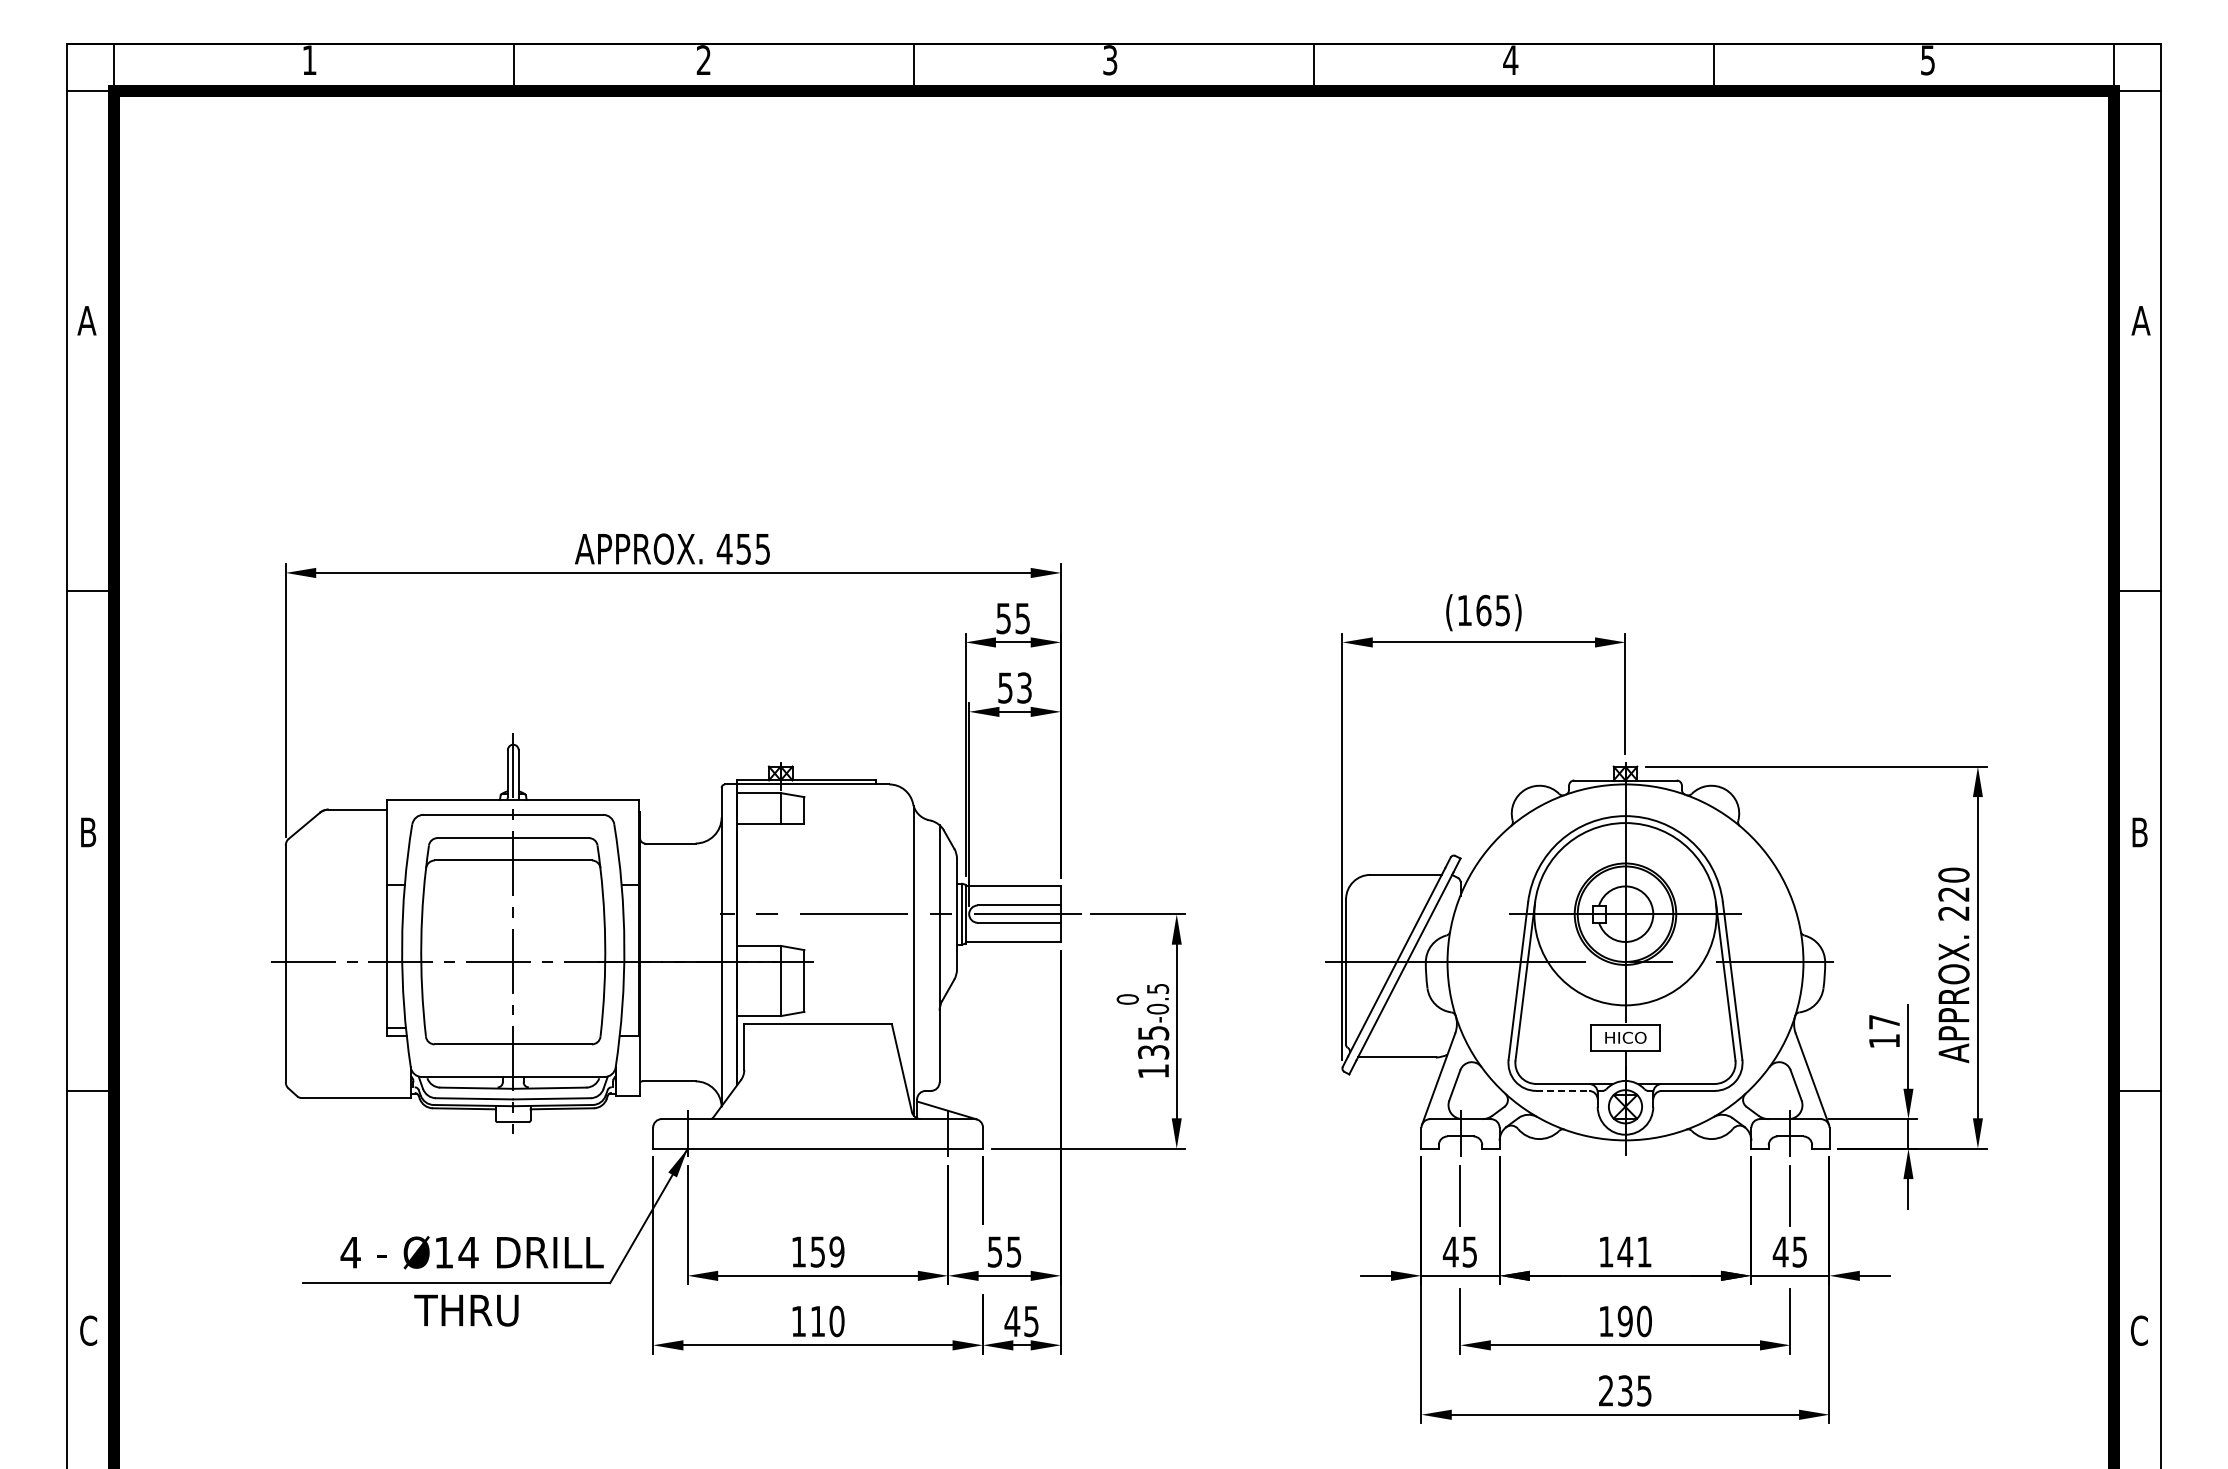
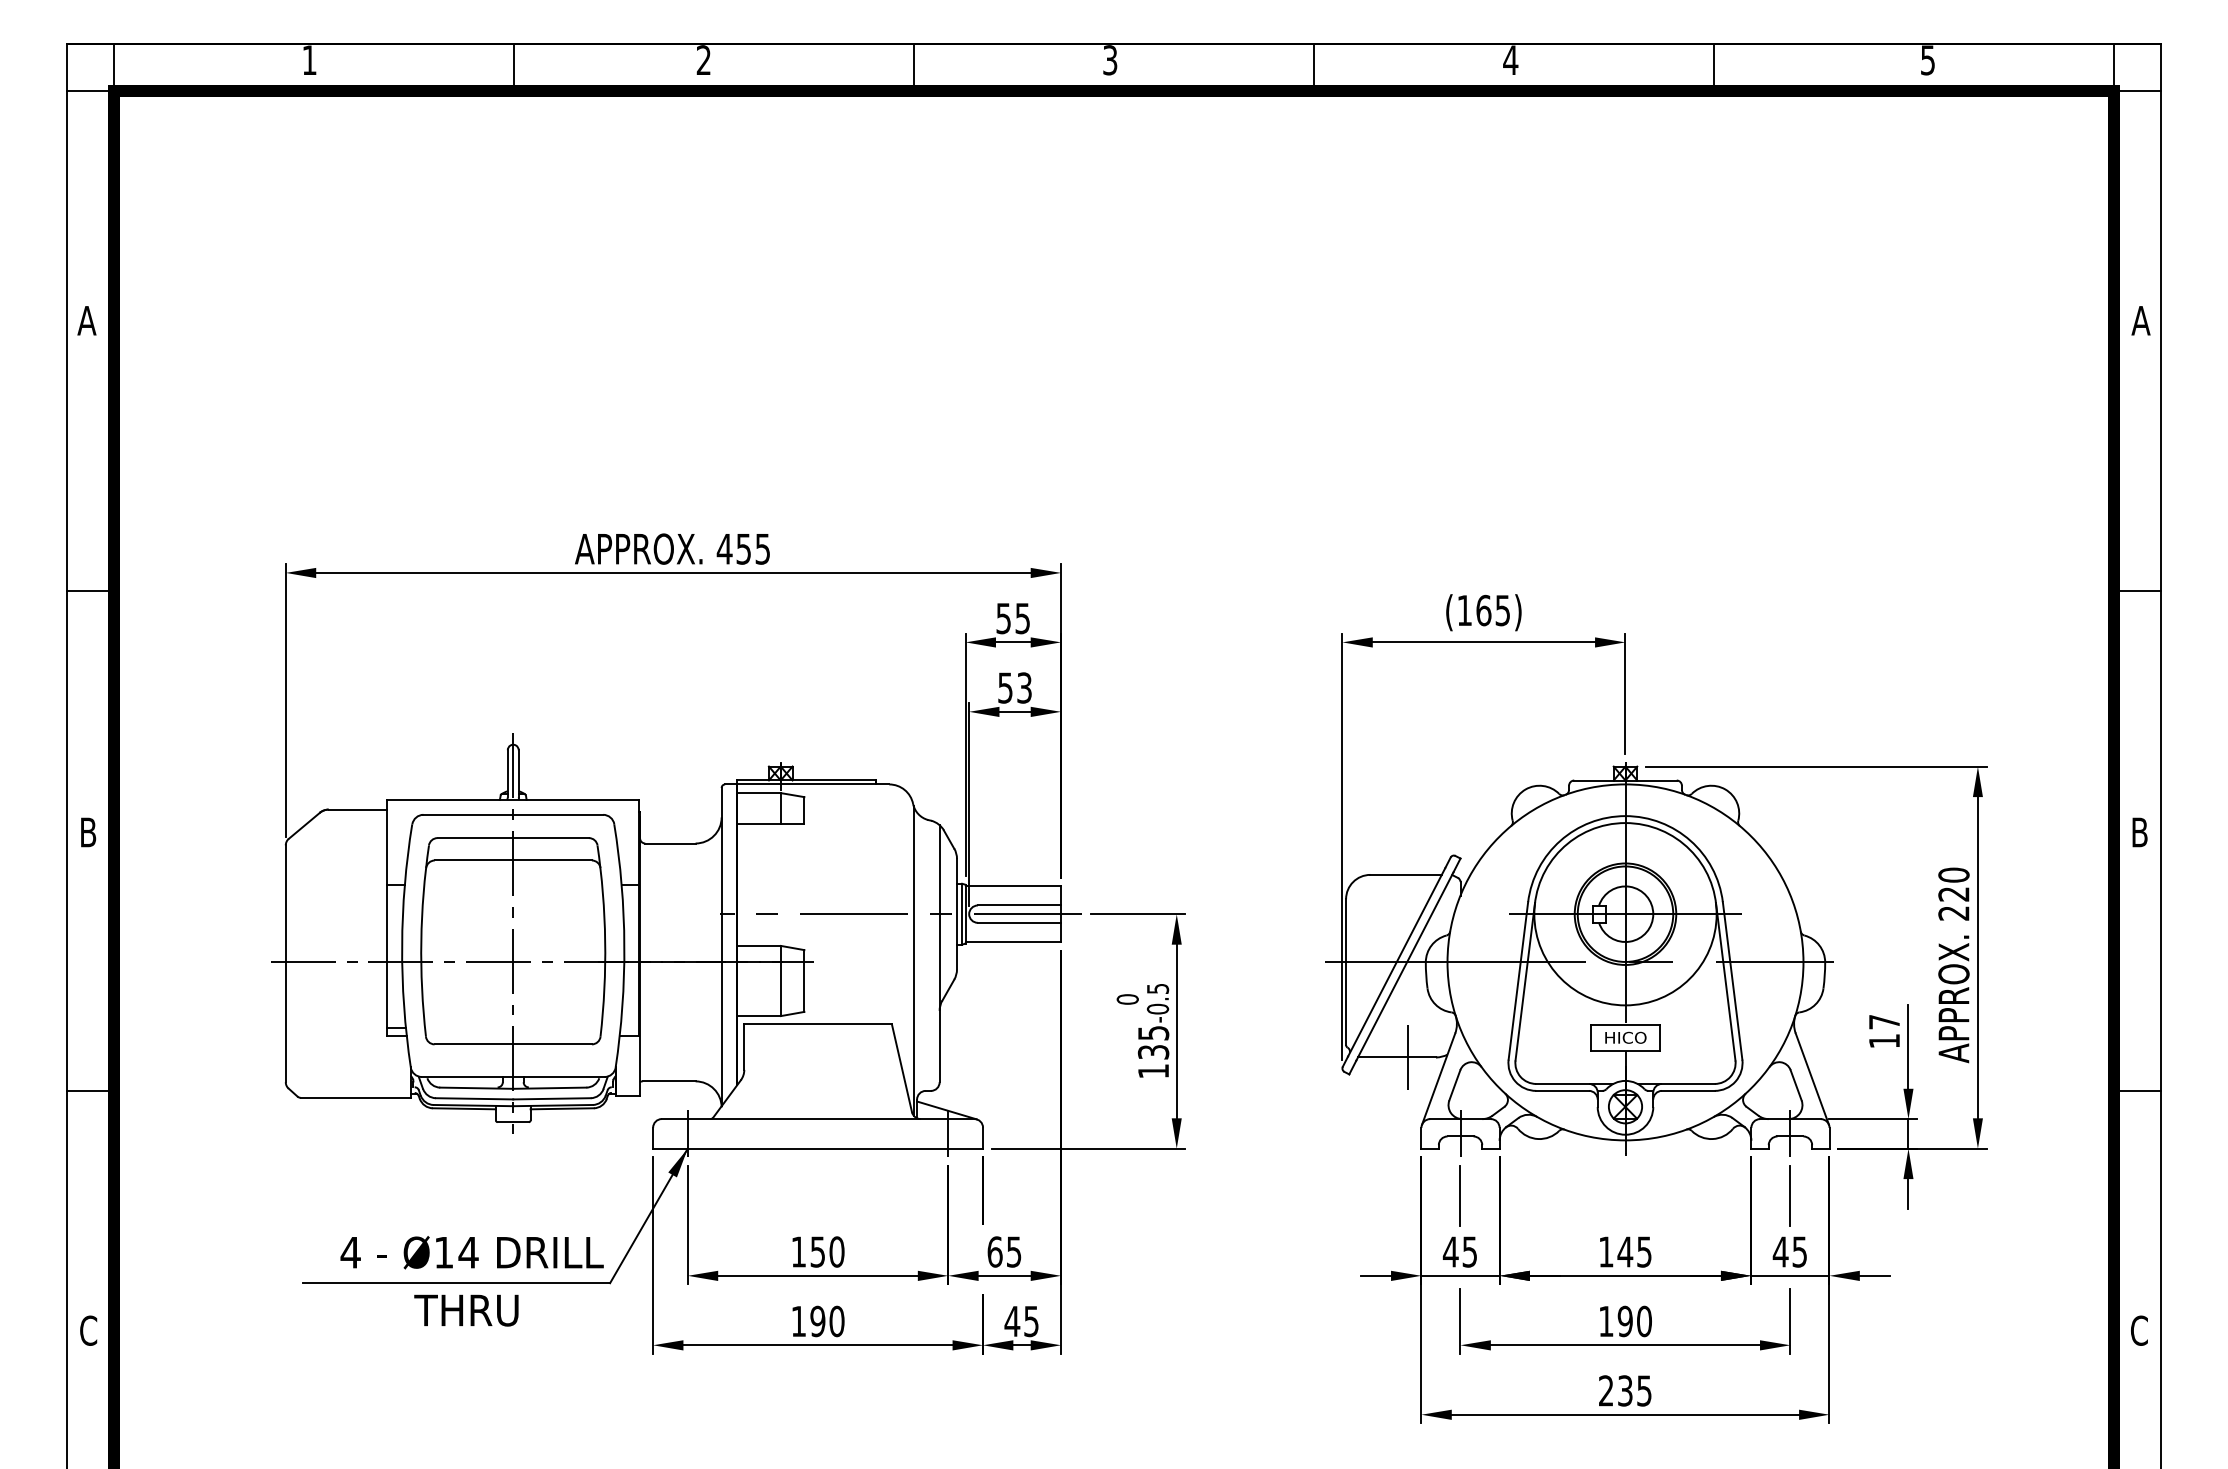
line at (1408, 1057): none -> present
line at (1563, 1090): dashed -> solid
text at (836, 1251): 159 -> 150
text at (994, 1251): 55 -> 65
text at (1644, 1251): 141 -> 145
text at (817, 1321): 110 -> 190
